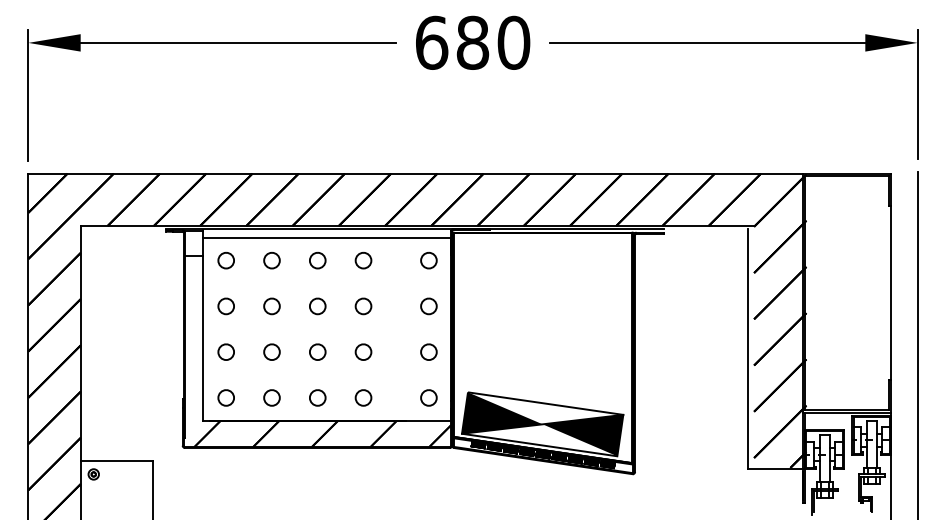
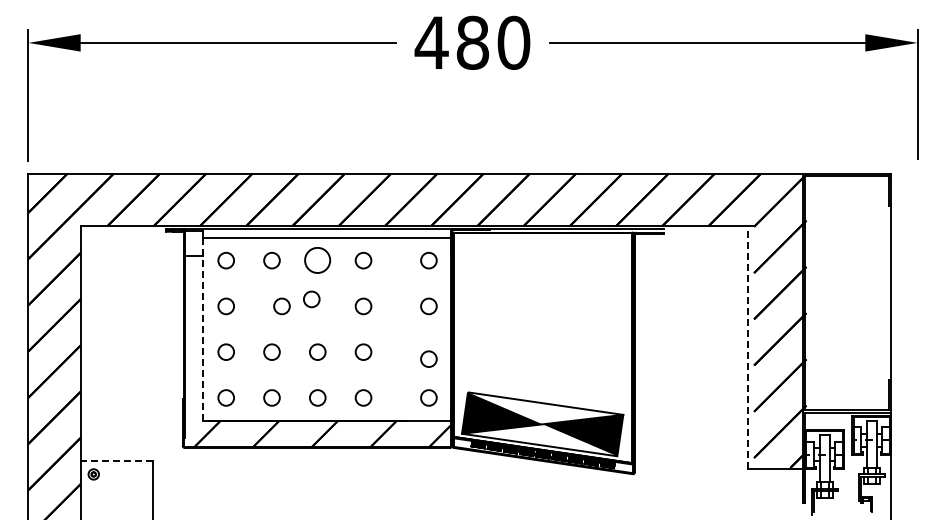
text at (431, 42): 680 -> 480
part at (317, 260) size: 18x18 px -> 28x27 px
part at (271, 306) position: (271, 306) -> (281, 306)
part at (317, 306) position: (317, 306) -> (311, 299)
line at (203, 329): solid -> dashed
line at (917, 344): present -> none
line at (747, 348): solid -> dashed
part at (428, 351) position: (428, 351) -> (428, 358)
line at (116, 461): solid -> dashed
